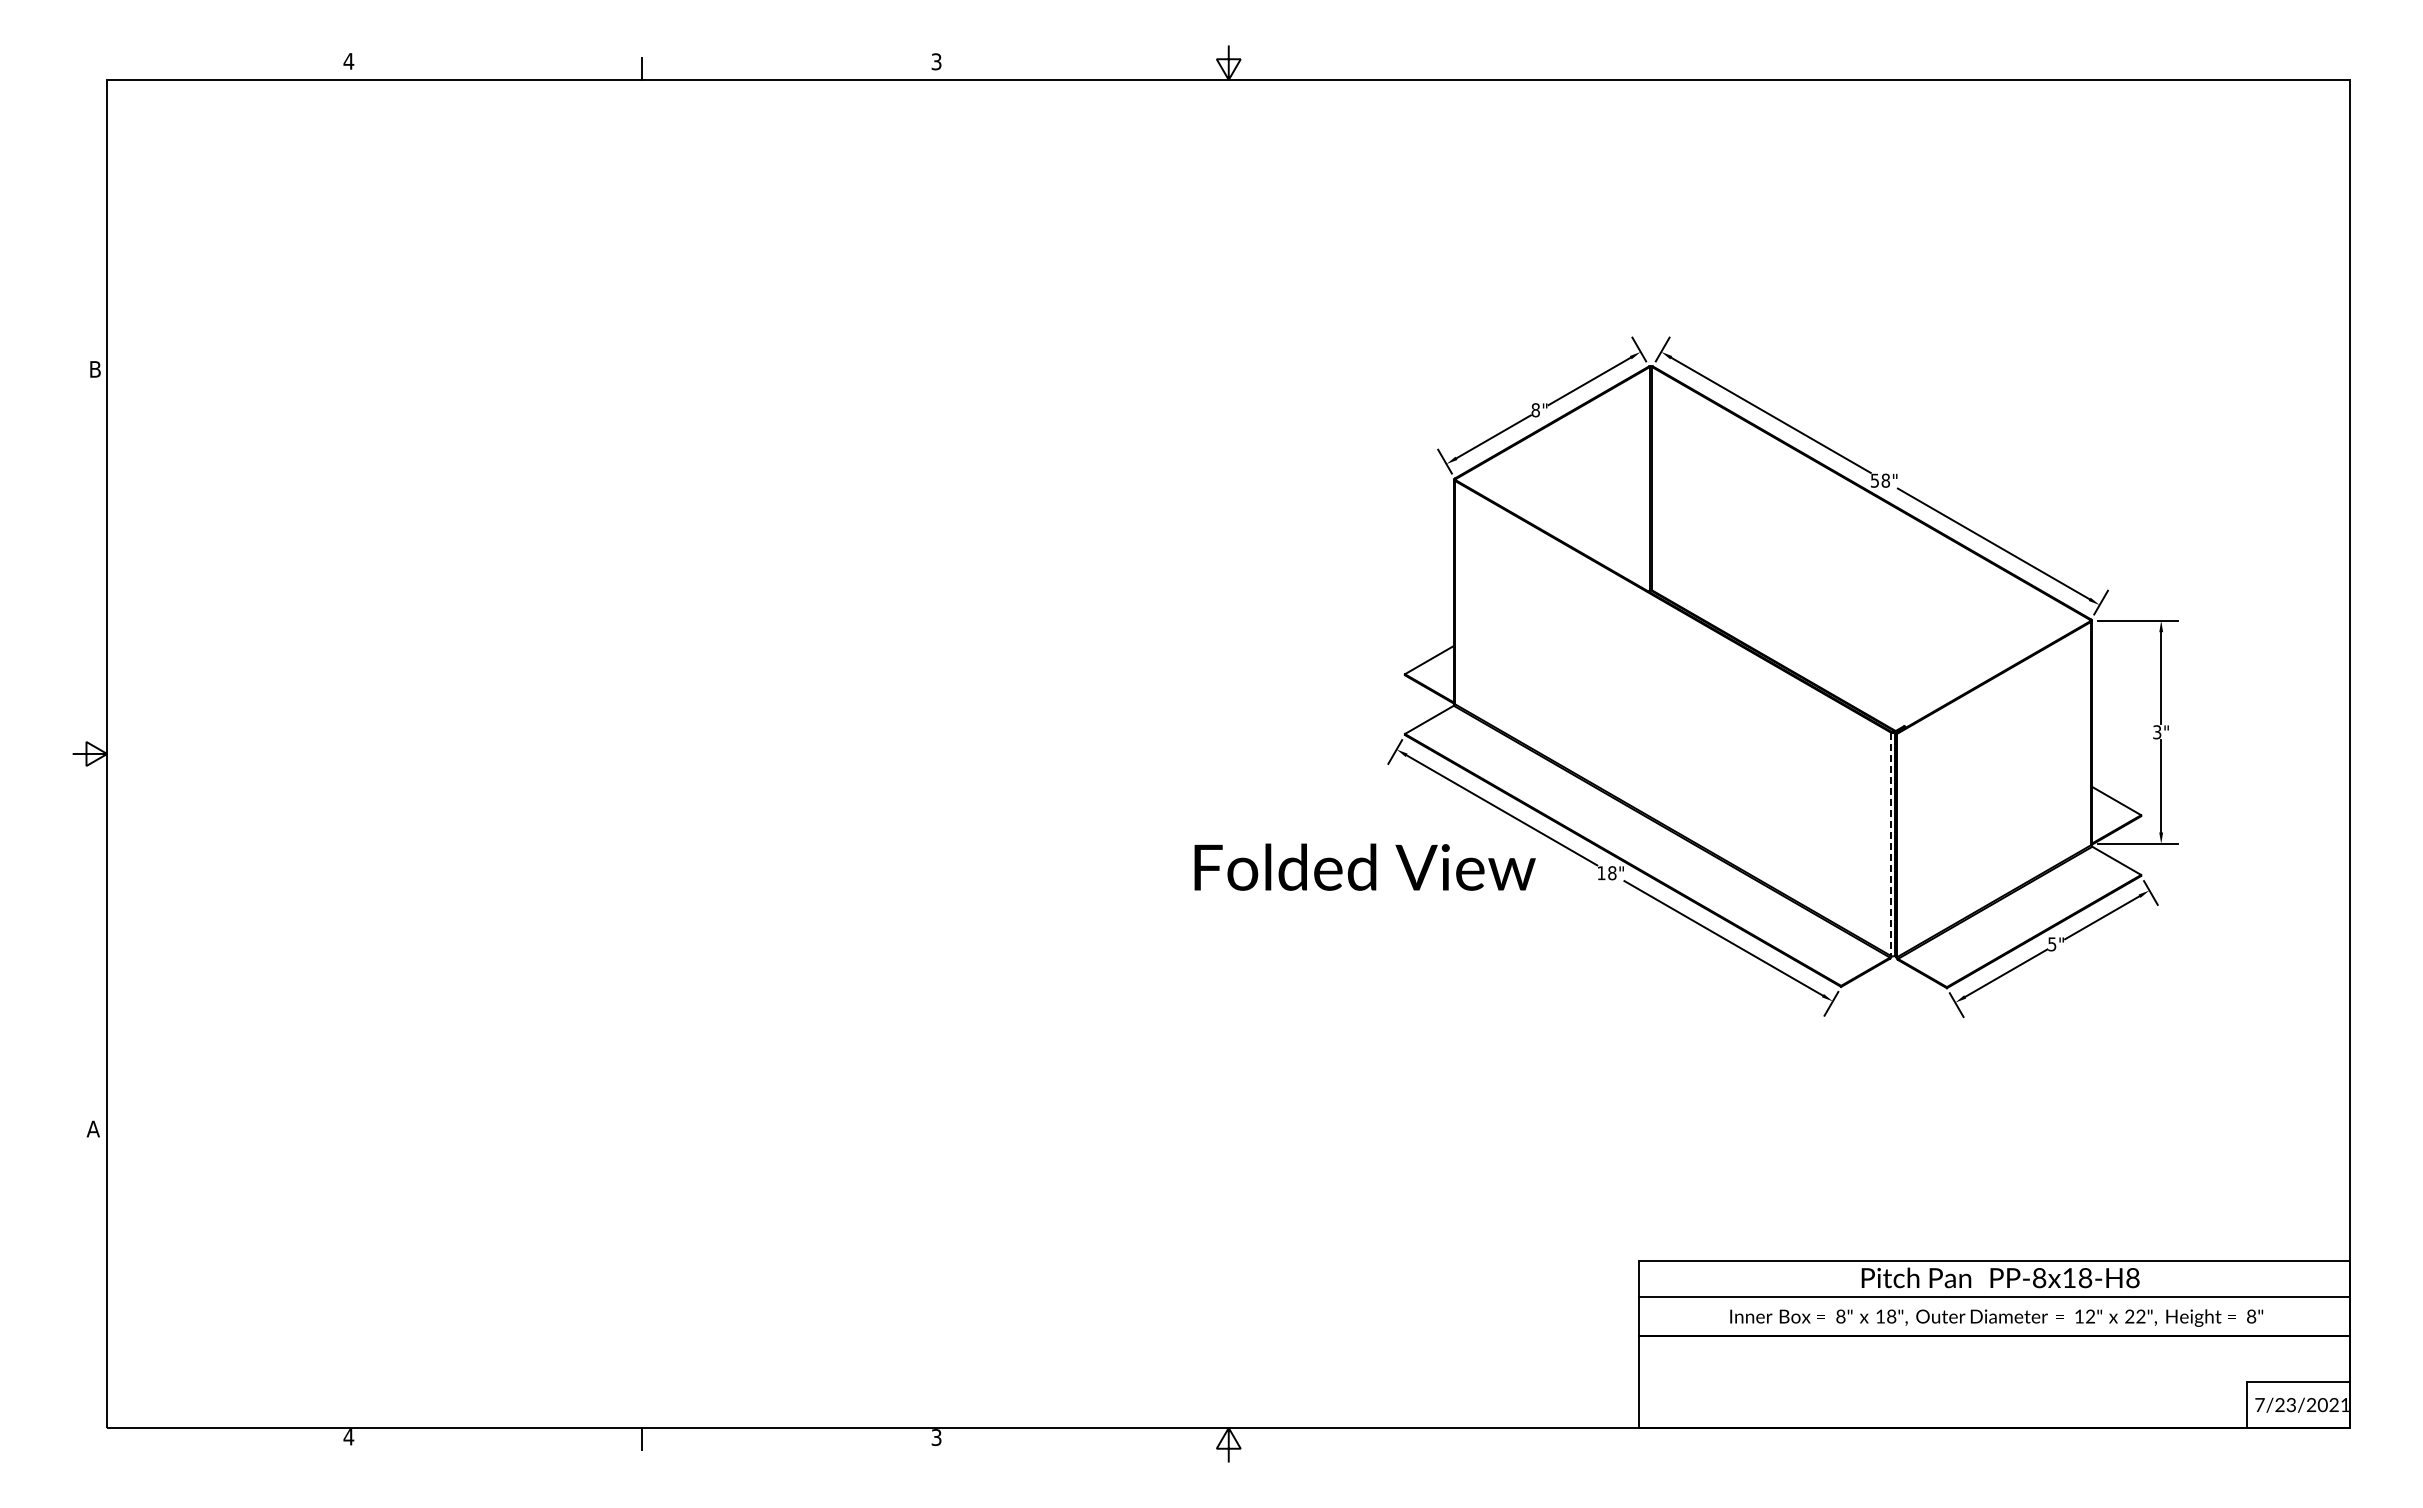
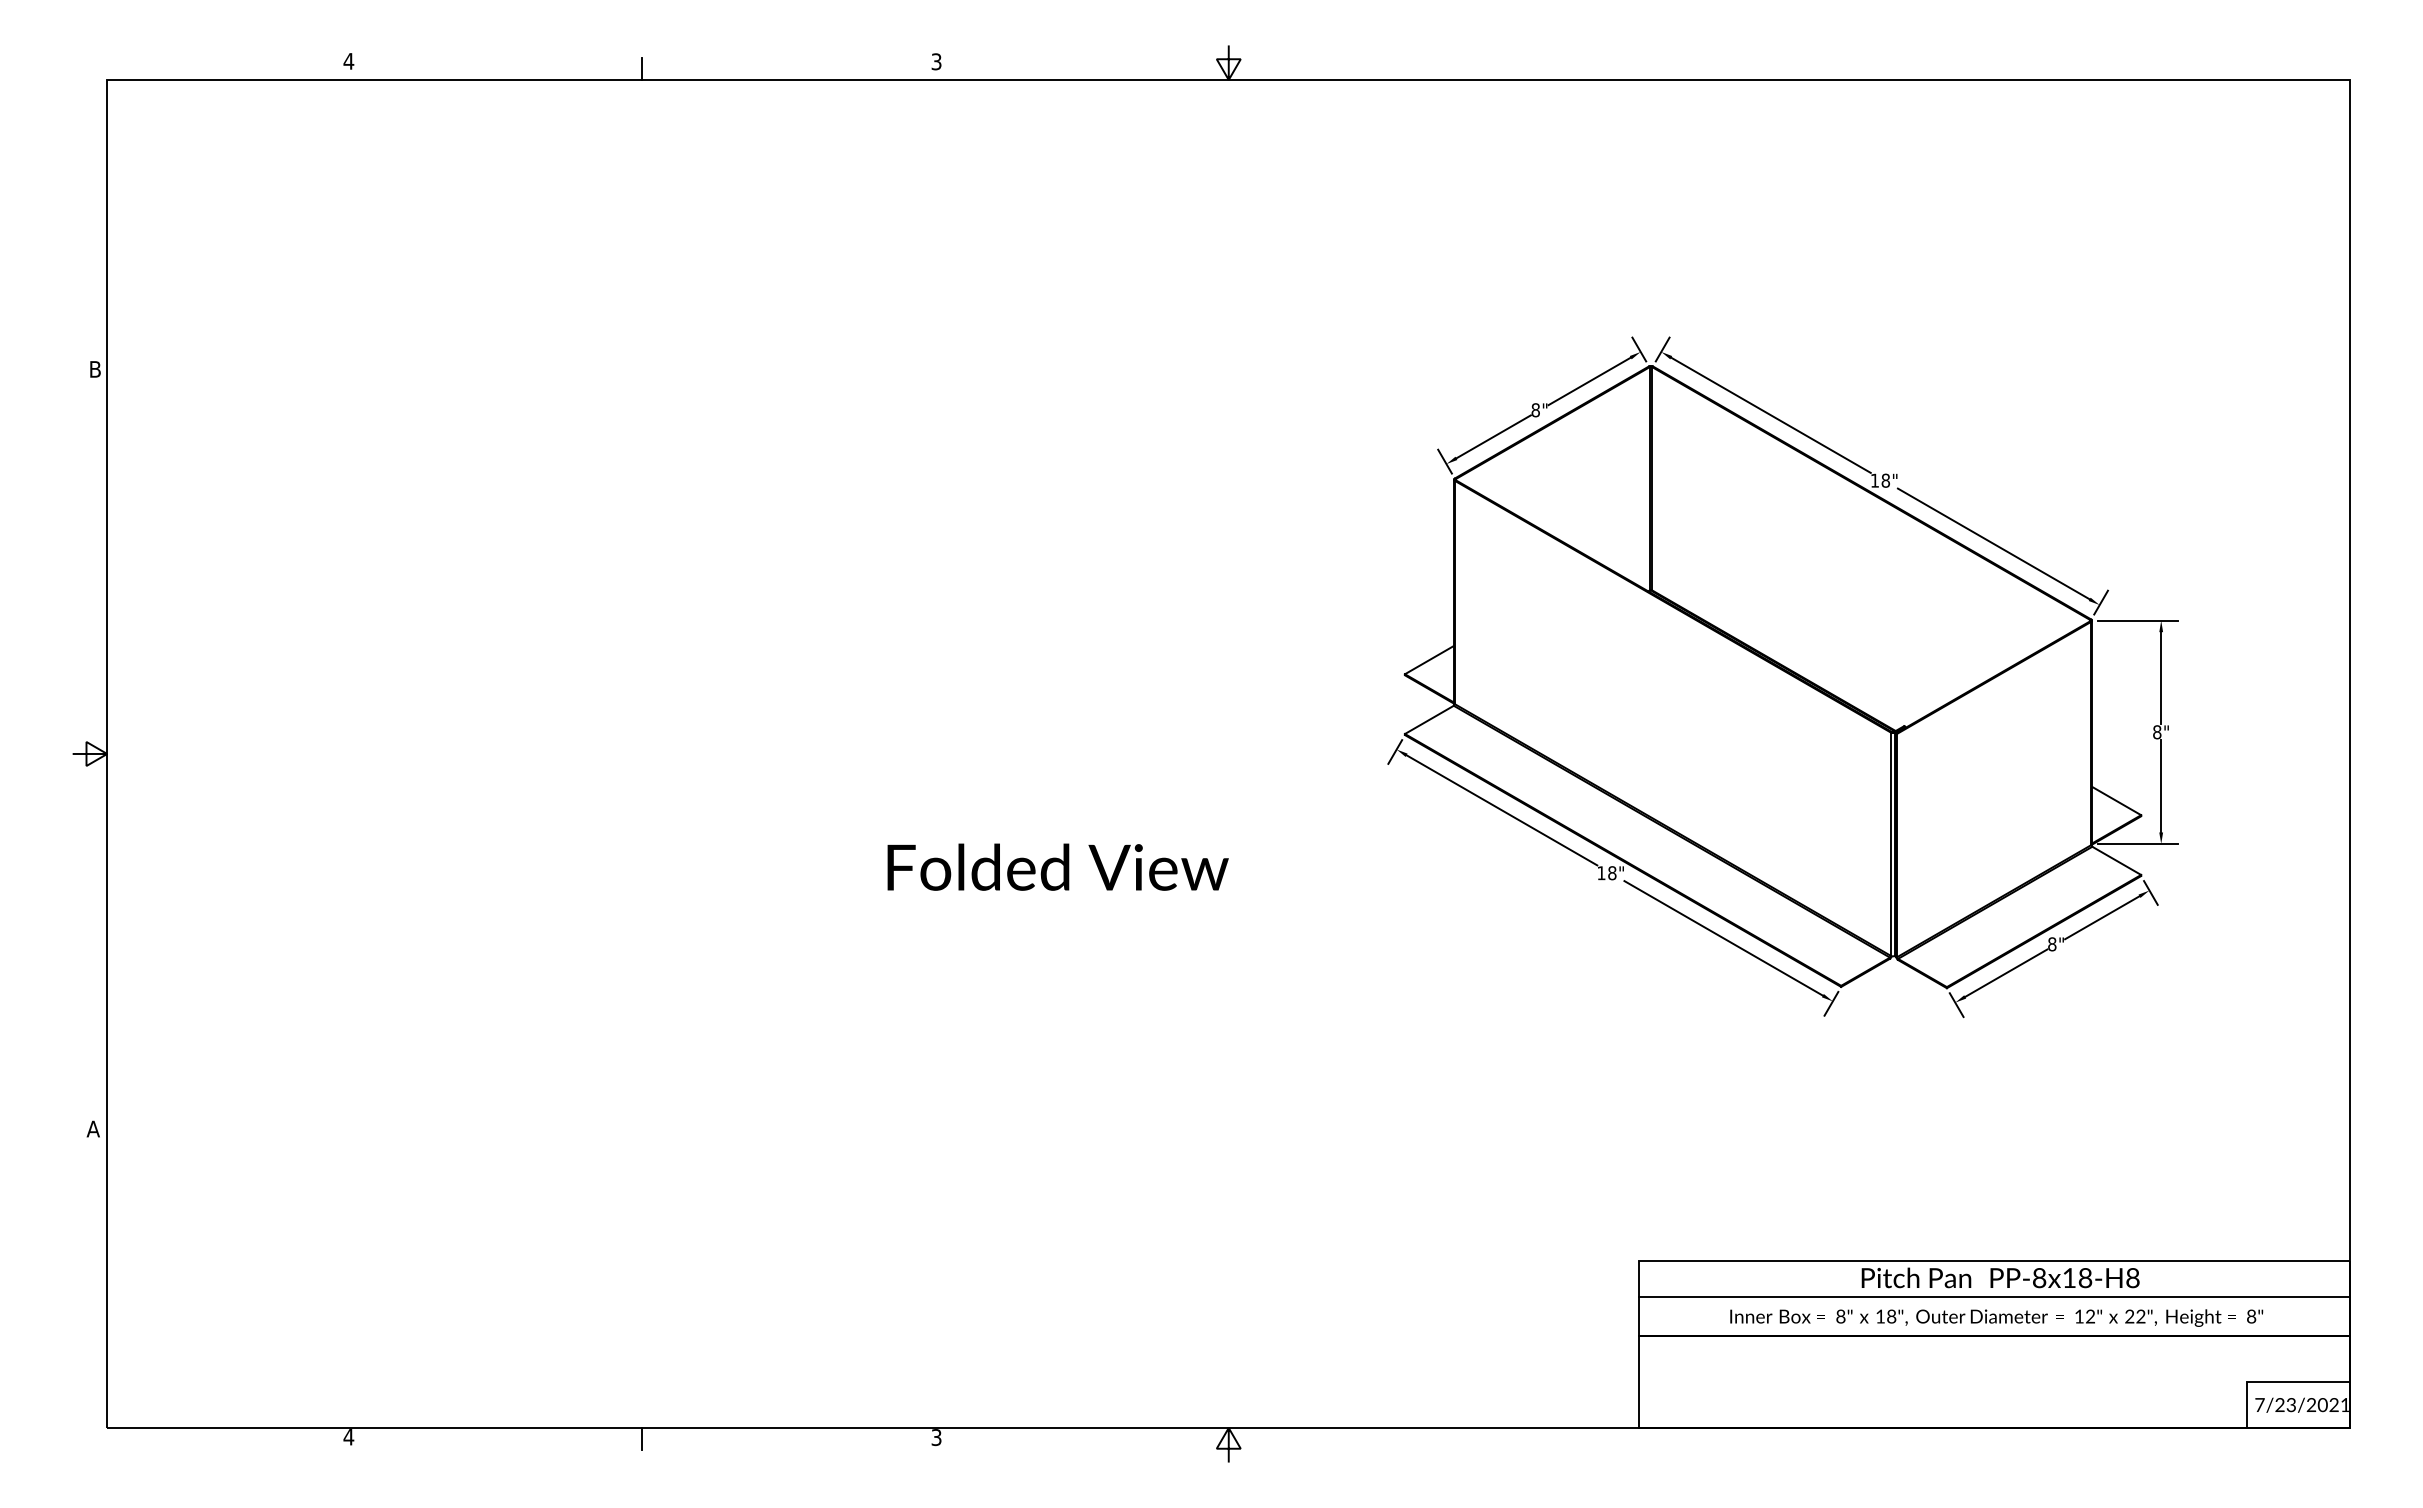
text at (1874, 480): 58" -> 18"
text at (2157, 732): 3" -> 8"
line at (1890, 844): dashed -> solid
text at (1364, 866) position: (1364, 866) -> (1057, 866)
text at (2052, 944): 5" -> 8"
